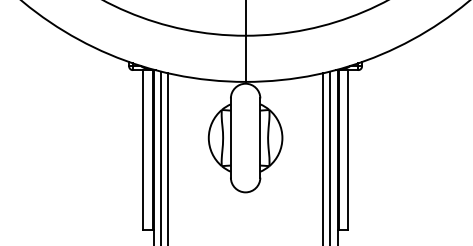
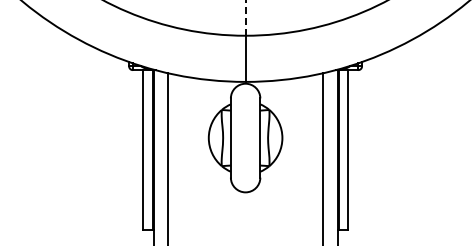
line at (245, 17): solid -> dashed
line at (160, 156): present -> none
line at (330, 156): present -> none
